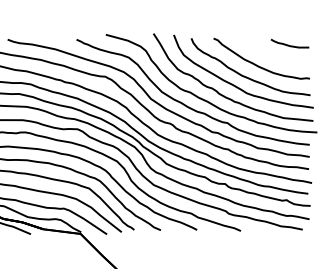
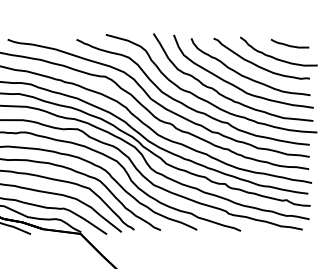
curve at (275, 57): none -> present
